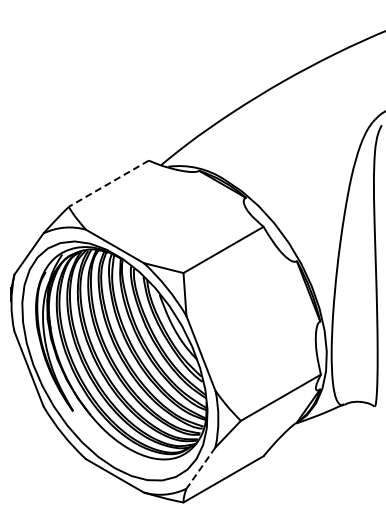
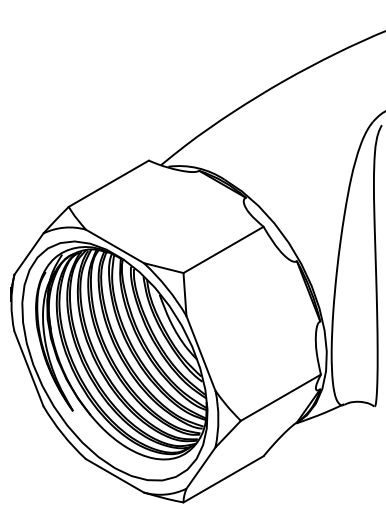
line at (108, 183): dashed -> solid
line at (200, 468): dashed -> solid
